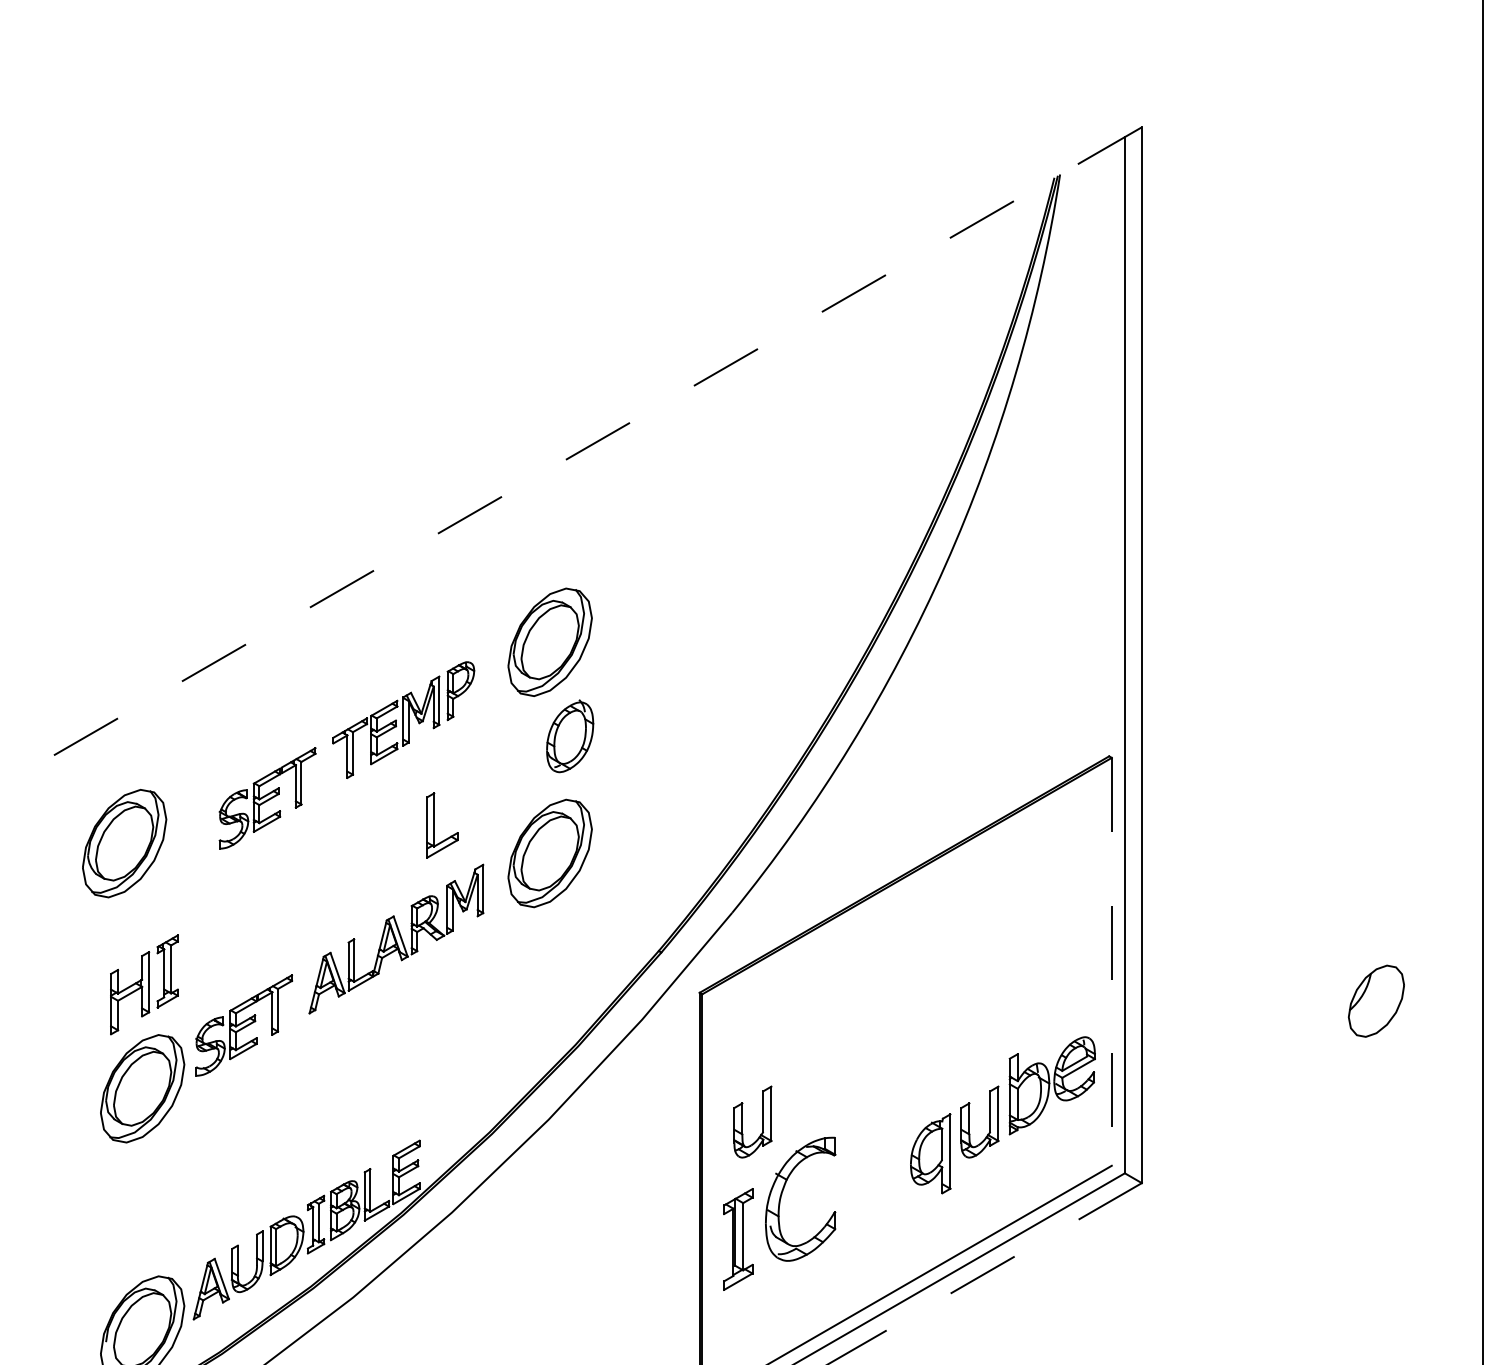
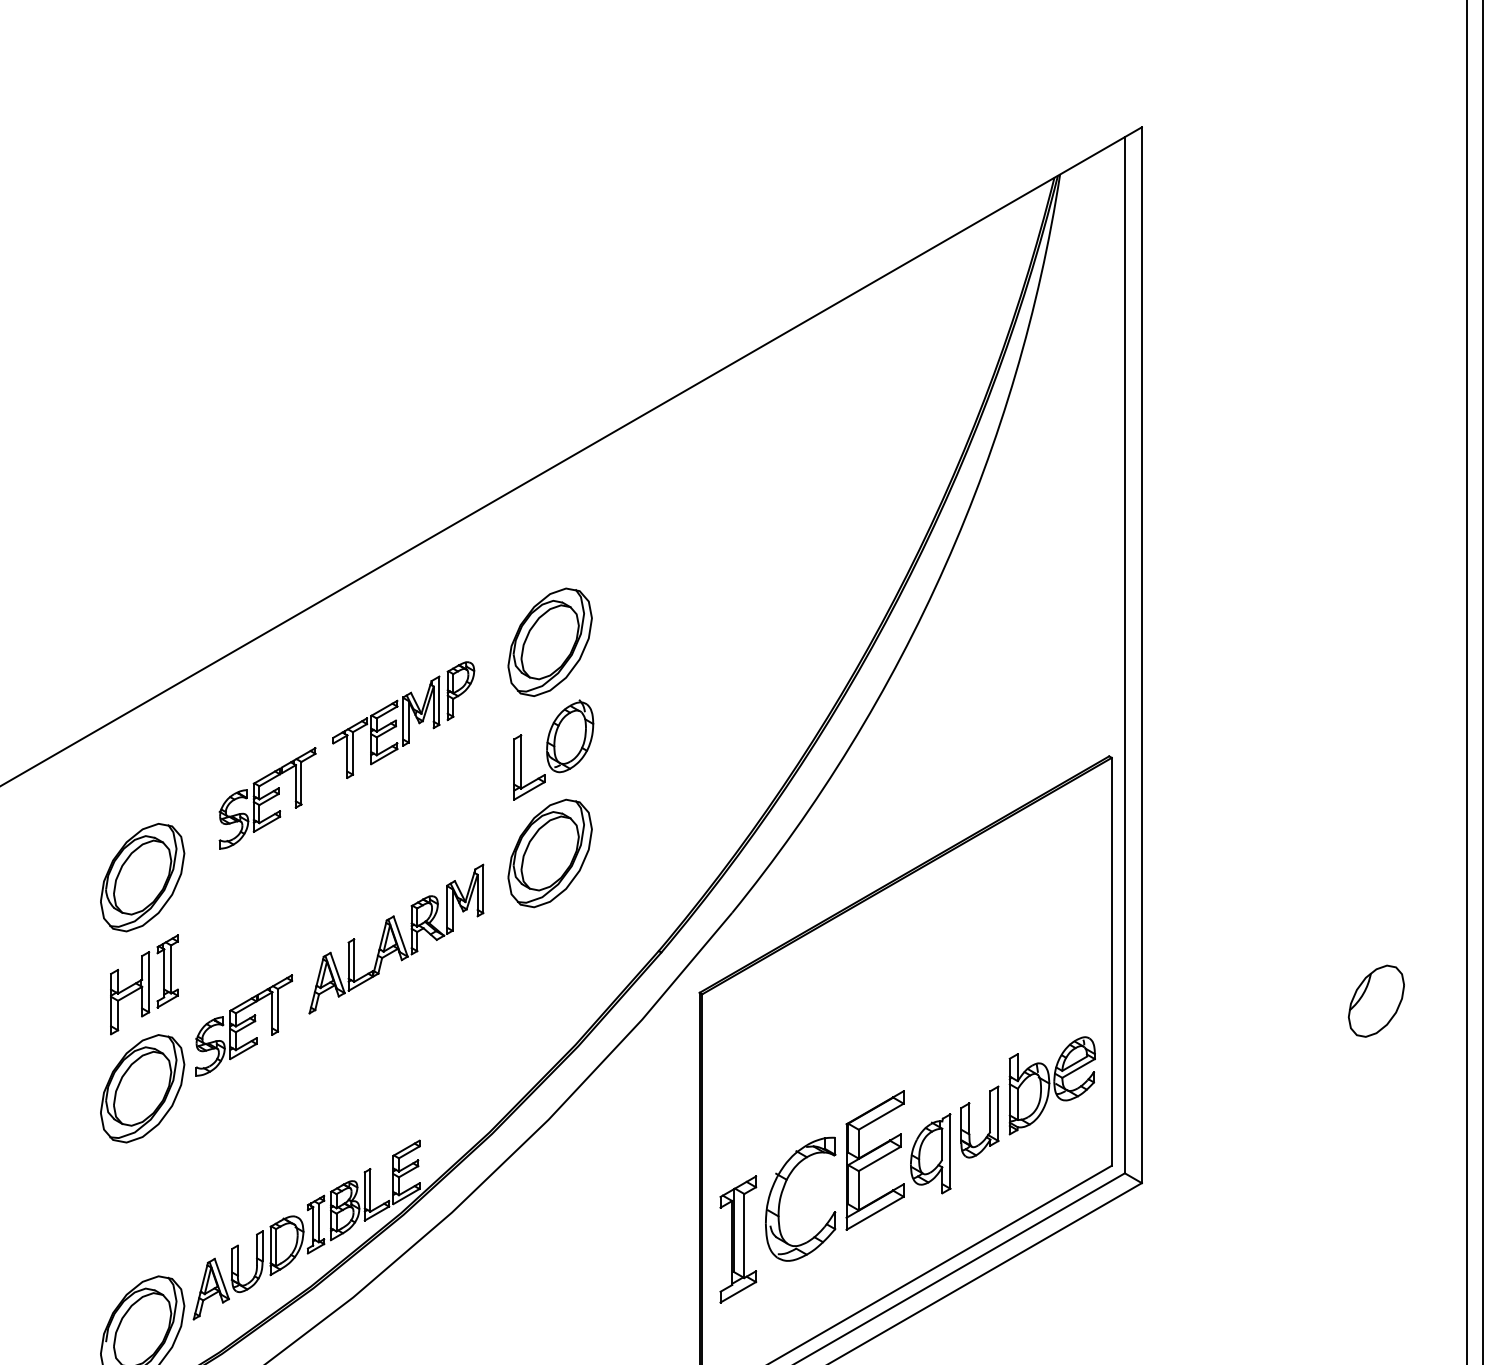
line at (571, 456): dashed -> solid
line at (1466, 681): none -> present
part at (434, 825) position: (434, 825) -> (521, 767)
part at (124, 843) position: (124, 843) -> (142, 877)
line at (1111, 961): dashed -> solid
part at (742, 1121): present -> none
part at (874, 1160): none -> present
part at (738, 1239) size: 31x103 px -> 39x129 px
line at (985, 1273): dashed -> solid
